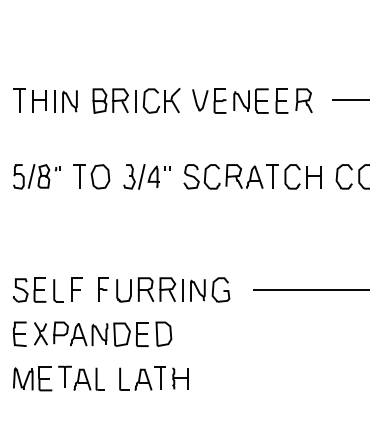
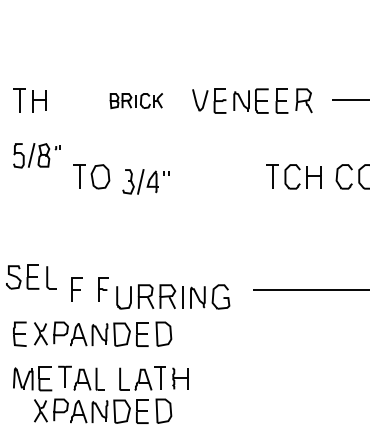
part at (136, 100) size: 89x26 px -> 54x17 px
part at (65, 101): present -> none
part at (36, 176) position: (36, 176) -> (36, 155)
part at (146, 176) position: (146, 176) -> (145, 181)
part at (223, 176): present -> none
part at (38, 289) position: (38, 289) -> (31, 276)
part at (173, 289) position: (173, 289) -> (173, 296)
part at (103, 410): none -> present
